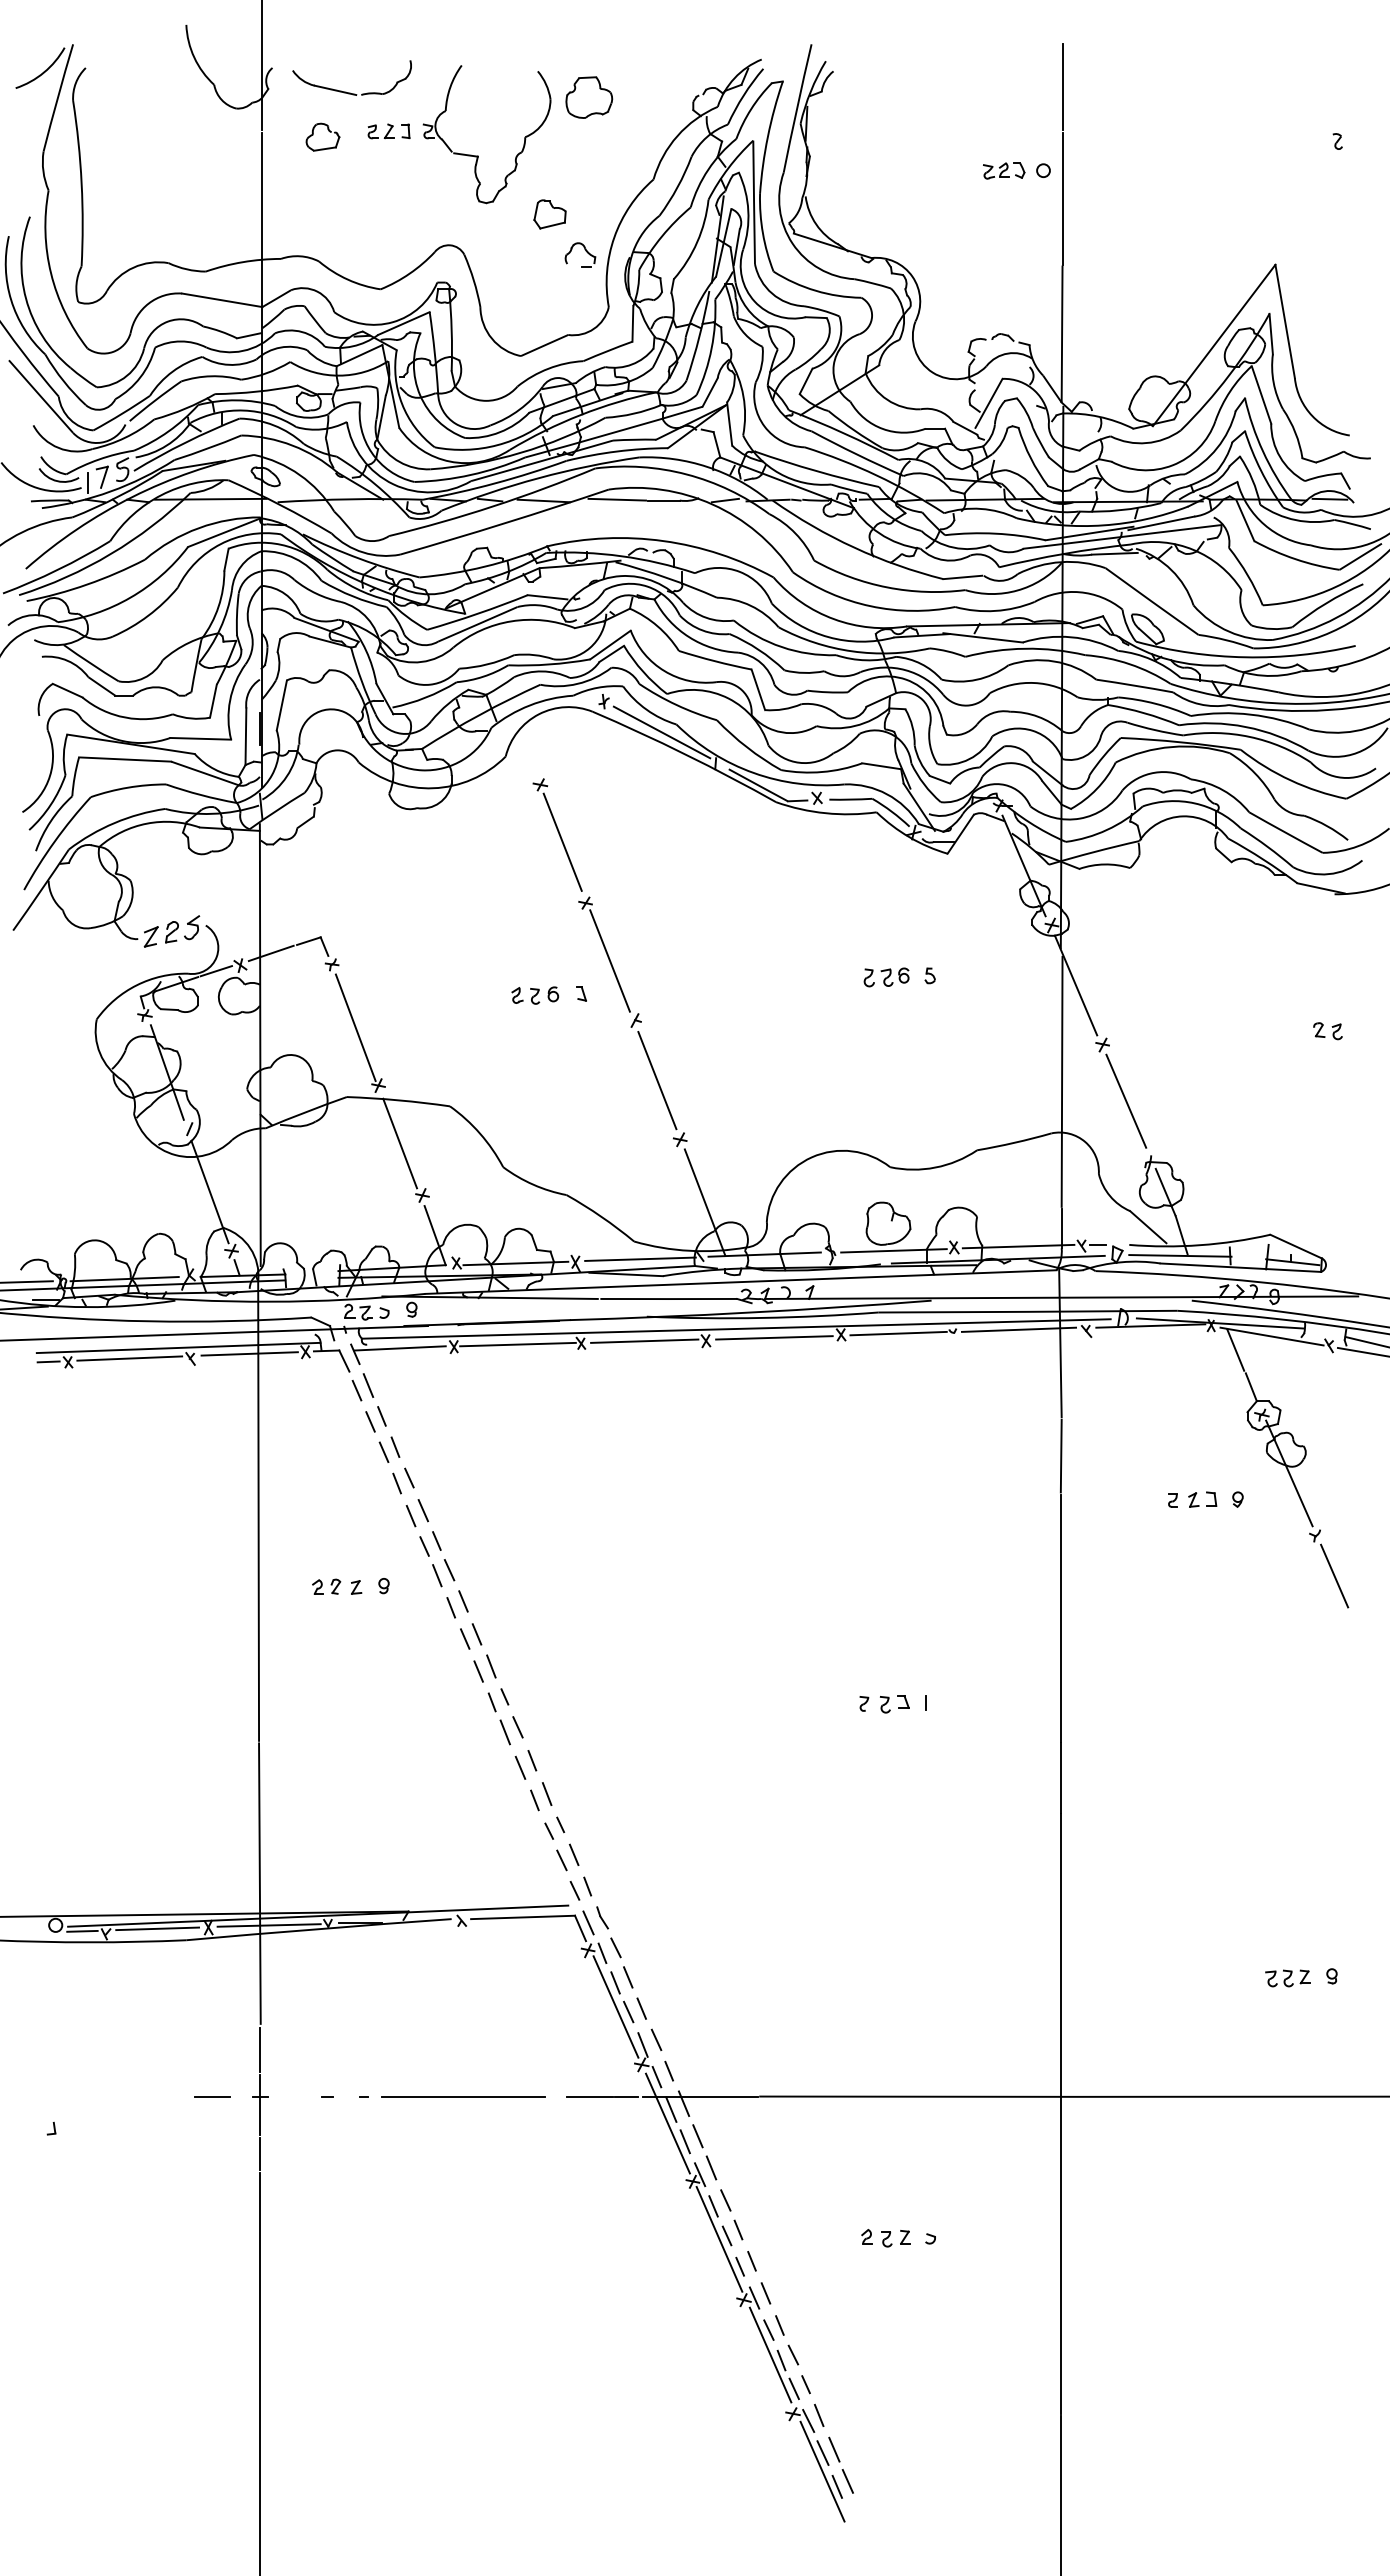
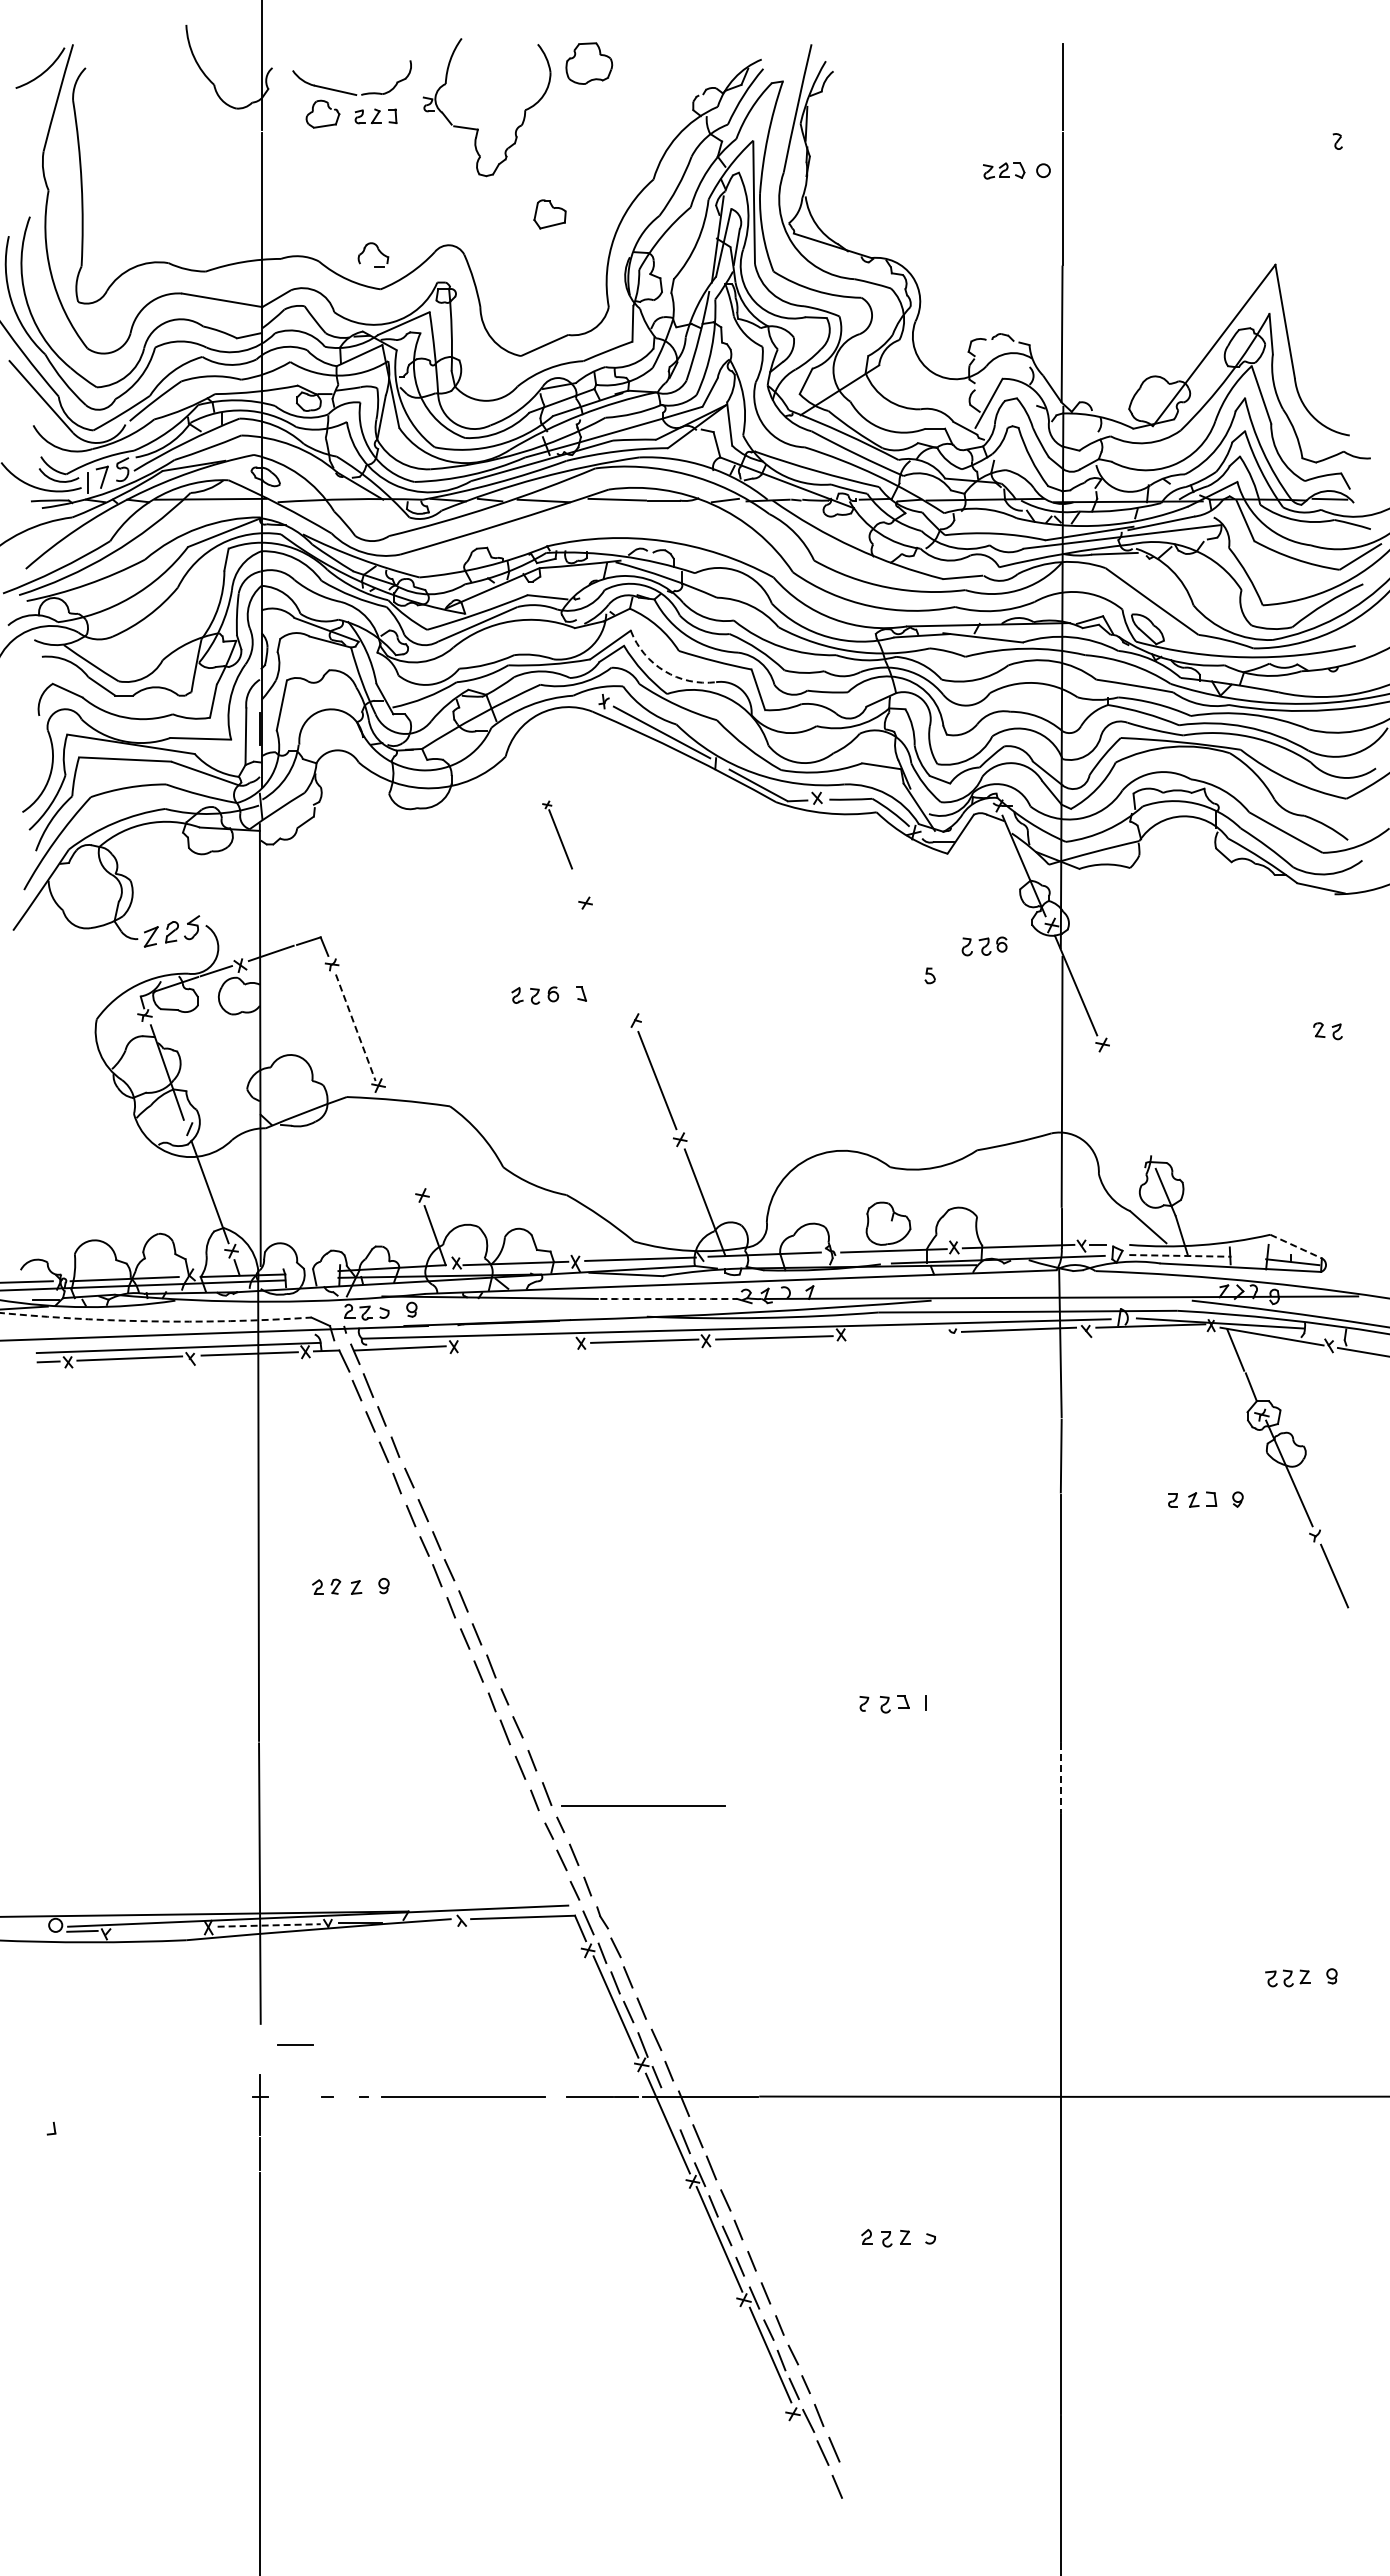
part at (589, 97) position: (589, 97) -> (589, 63)
part at (328, 131) position: (328, 131) -> (328, 108)
part at (388, 131) position: (388, 131) -> (375, 116)
part at (478, 155) position: (478, 155) -> (478, 128)
part at (580, 254) position: (580, 254) -> (373, 254)
arc at (664, 671): solid -> dashed
part at (557, 834) size: 51x114 px -> 31x70 px
line at (609, 960): present -> none
part at (886, 977) position: (886, 977) -> (984, 946)
line at (355, 1027): solid -> dashed
line at (1126, 1100): present -> none
line at (400, 1143): present -> none
line at (1296, 1246): solid -> dashed
line at (1180, 1255): solid -> dashed
arc at (668, 1299): solid -> dashed
arc at (156, 1321): solid -> dashed
line at (898, 1333): present -> none
line at (1365, 1341): present -> none
line at (517, 1344): present -> none
line at (1060, 1778): solid -> dashed
line at (643, 1805): none -> present
line at (269, 1925): solid -> dashed
line at (157, 1928): present -> none
line at (259, 2050): present -> none
line at (212, 2096) position: (212, 2096) -> (295, 2044)
line at (671, 2109): present -> none
line at (822, 2471): present -> none
line at (847, 2480): present -> none
